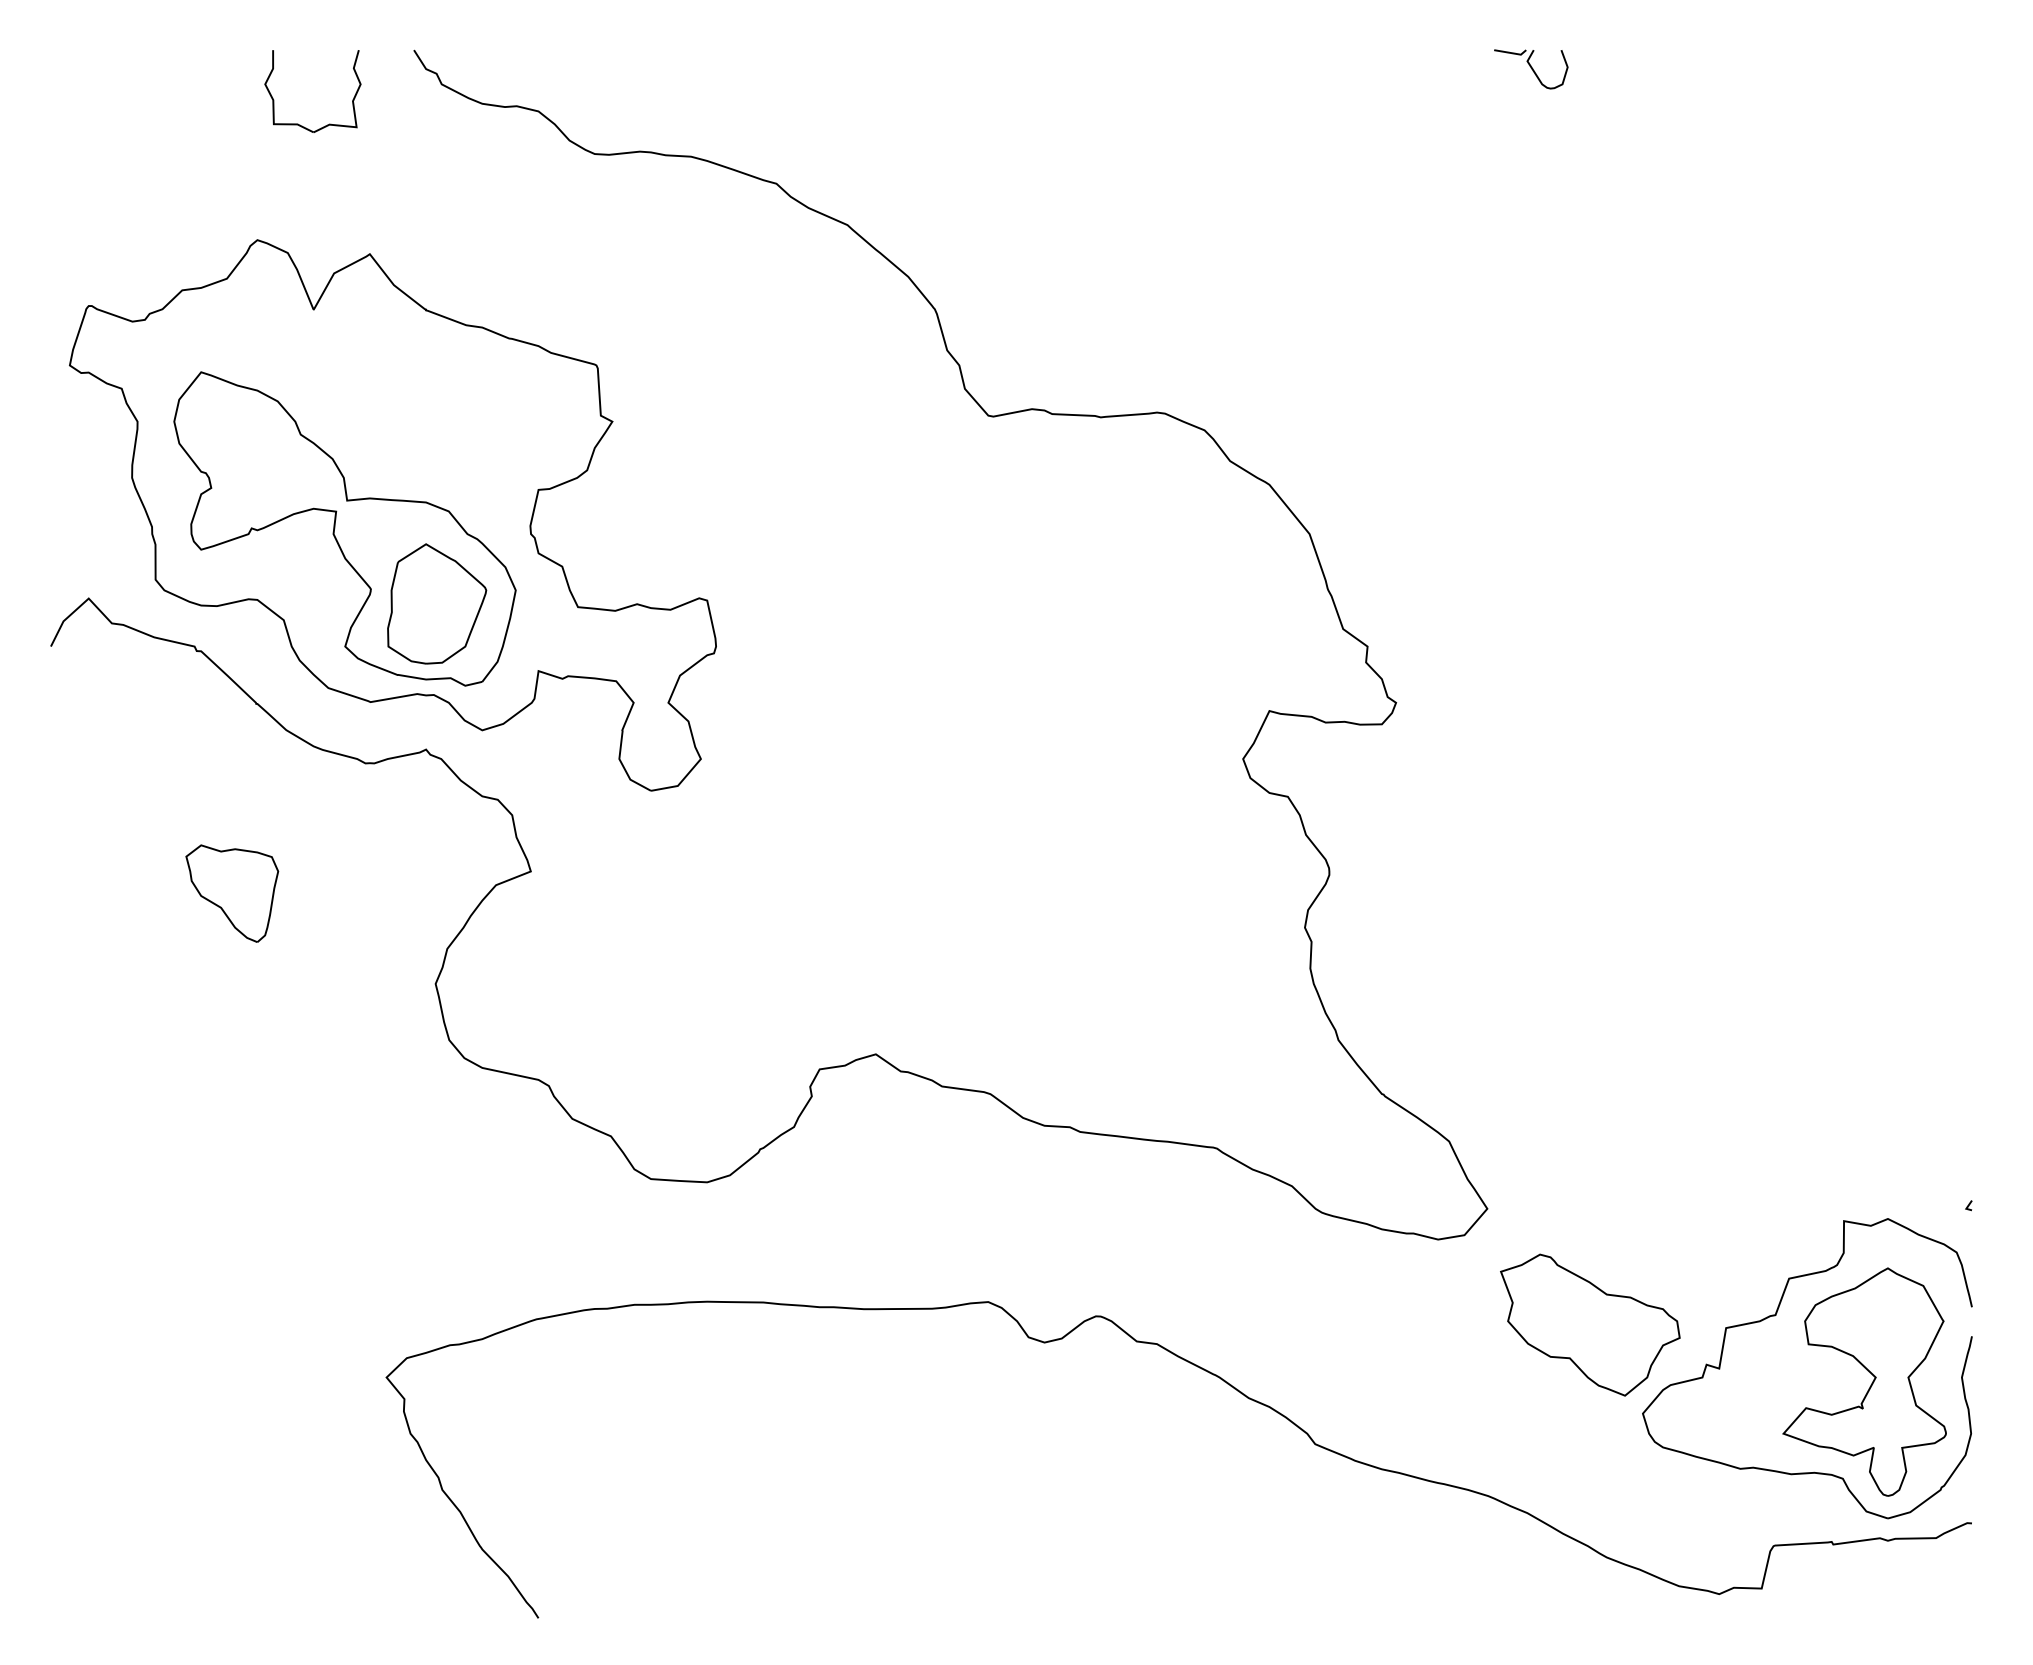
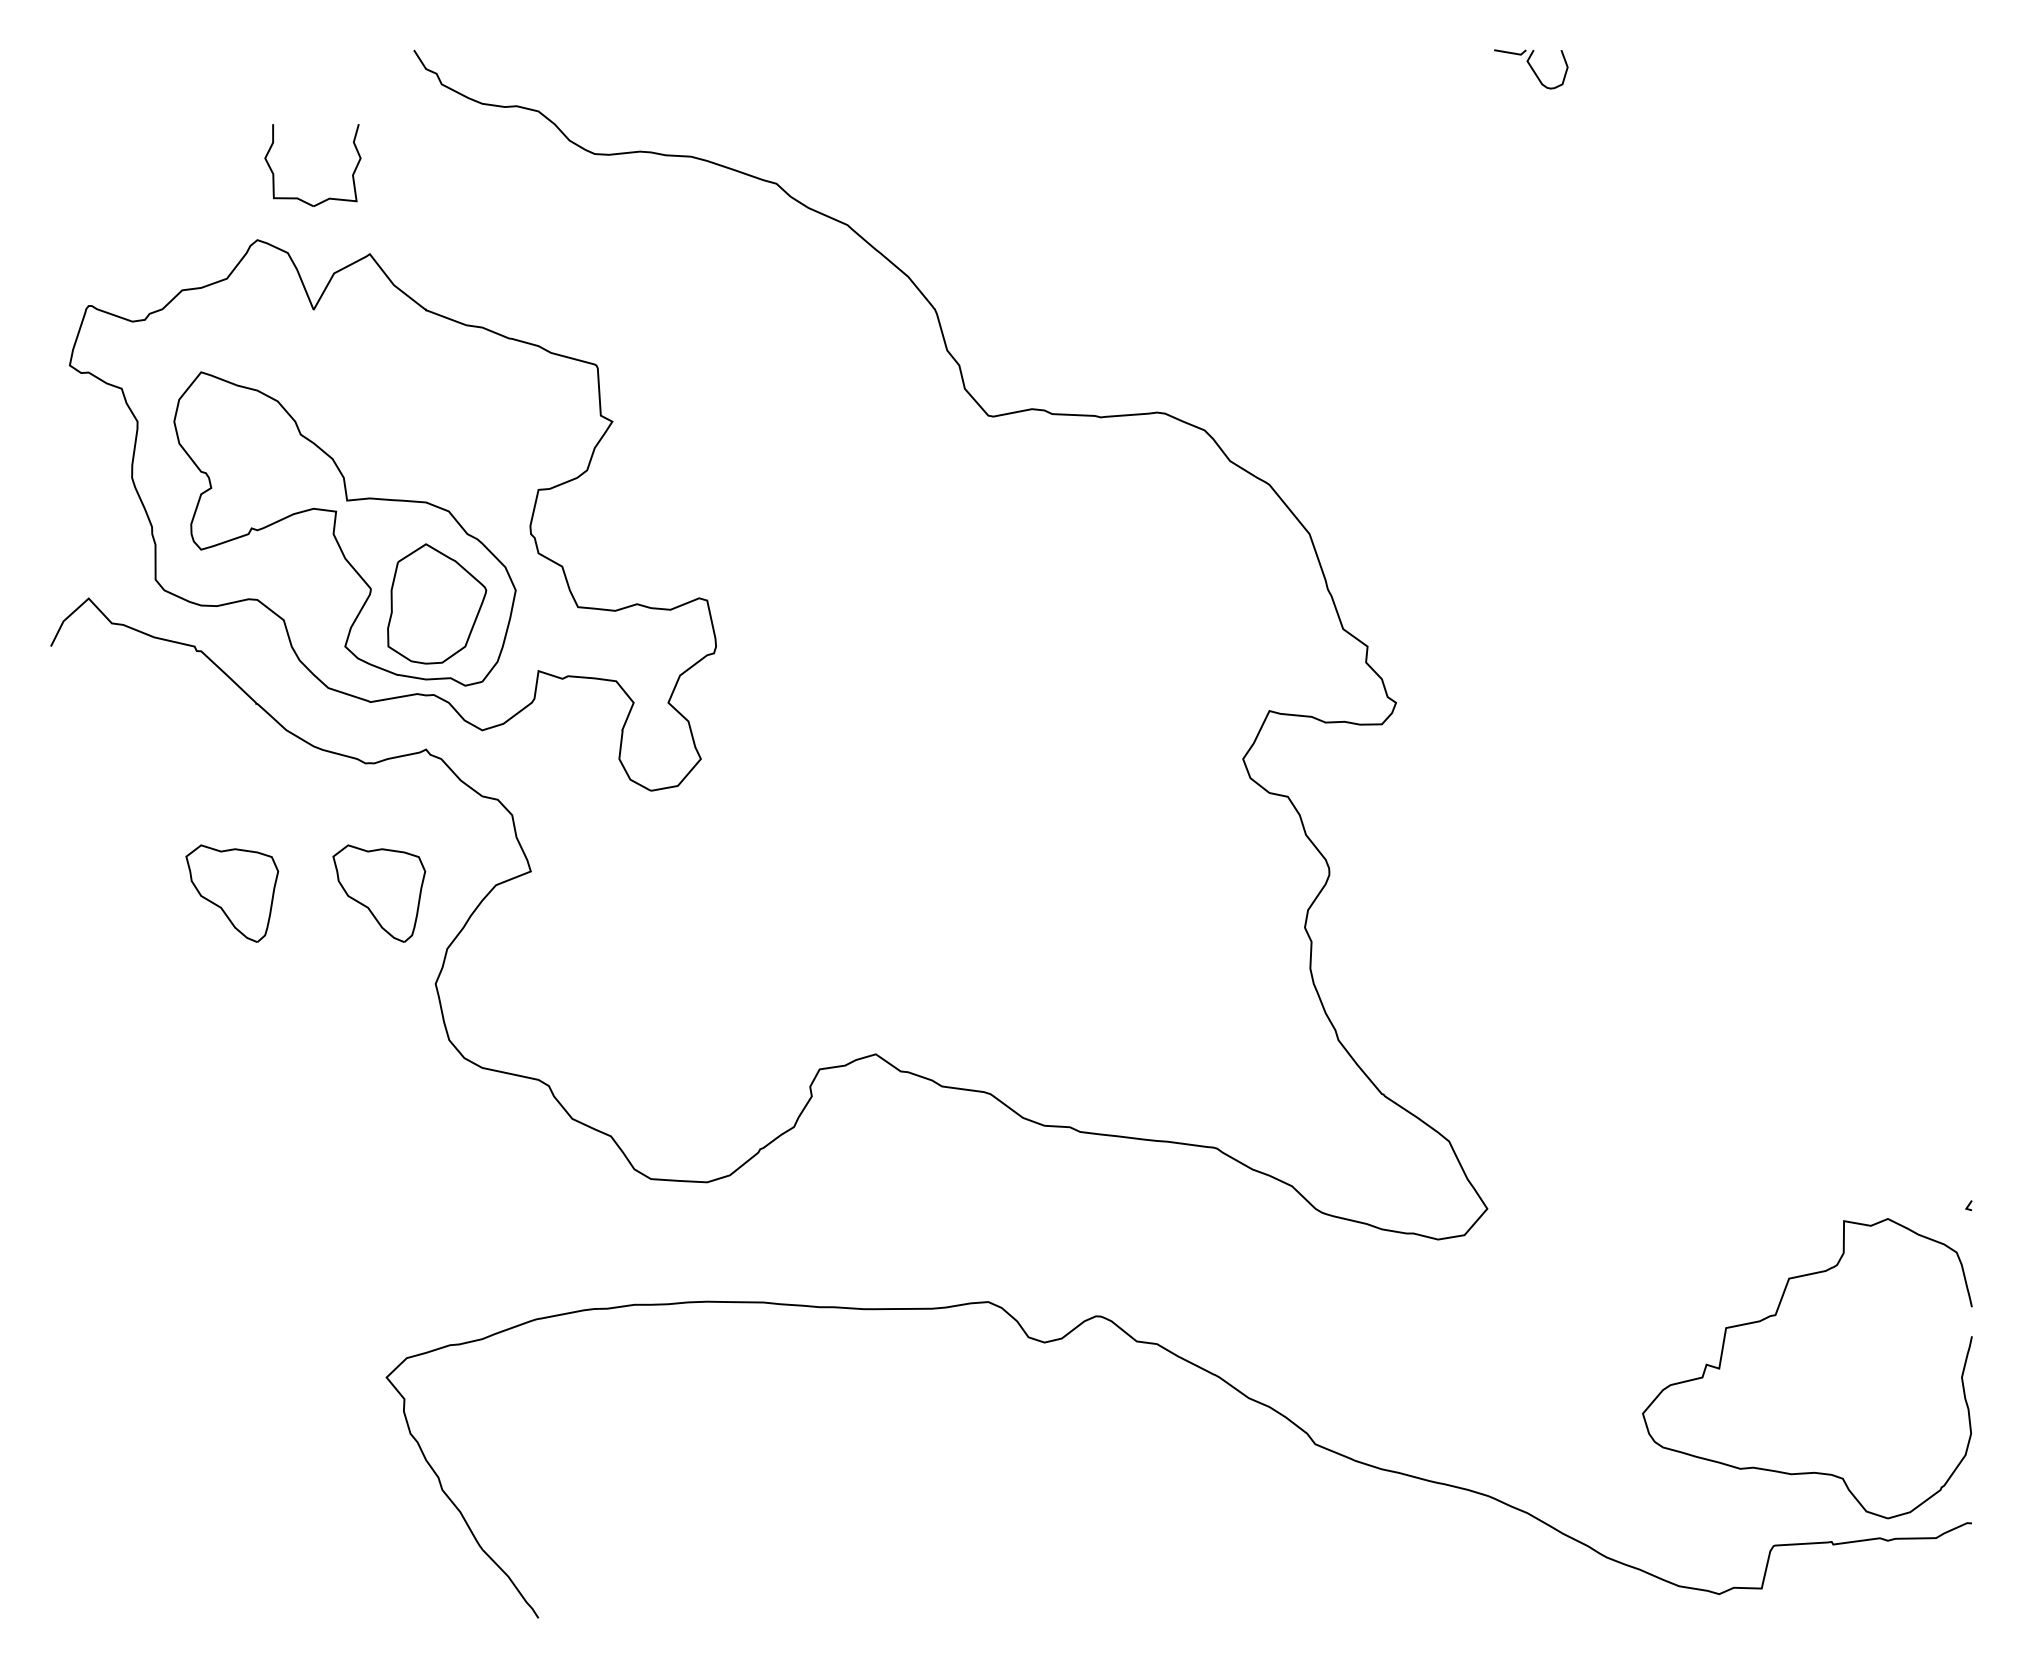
part at (298, 123) position: (298, 123) -> (298, 197)
part at (379, 893): none -> present
part at (1590, 1324): present -> none
part at (1869, 1386): present -> none
